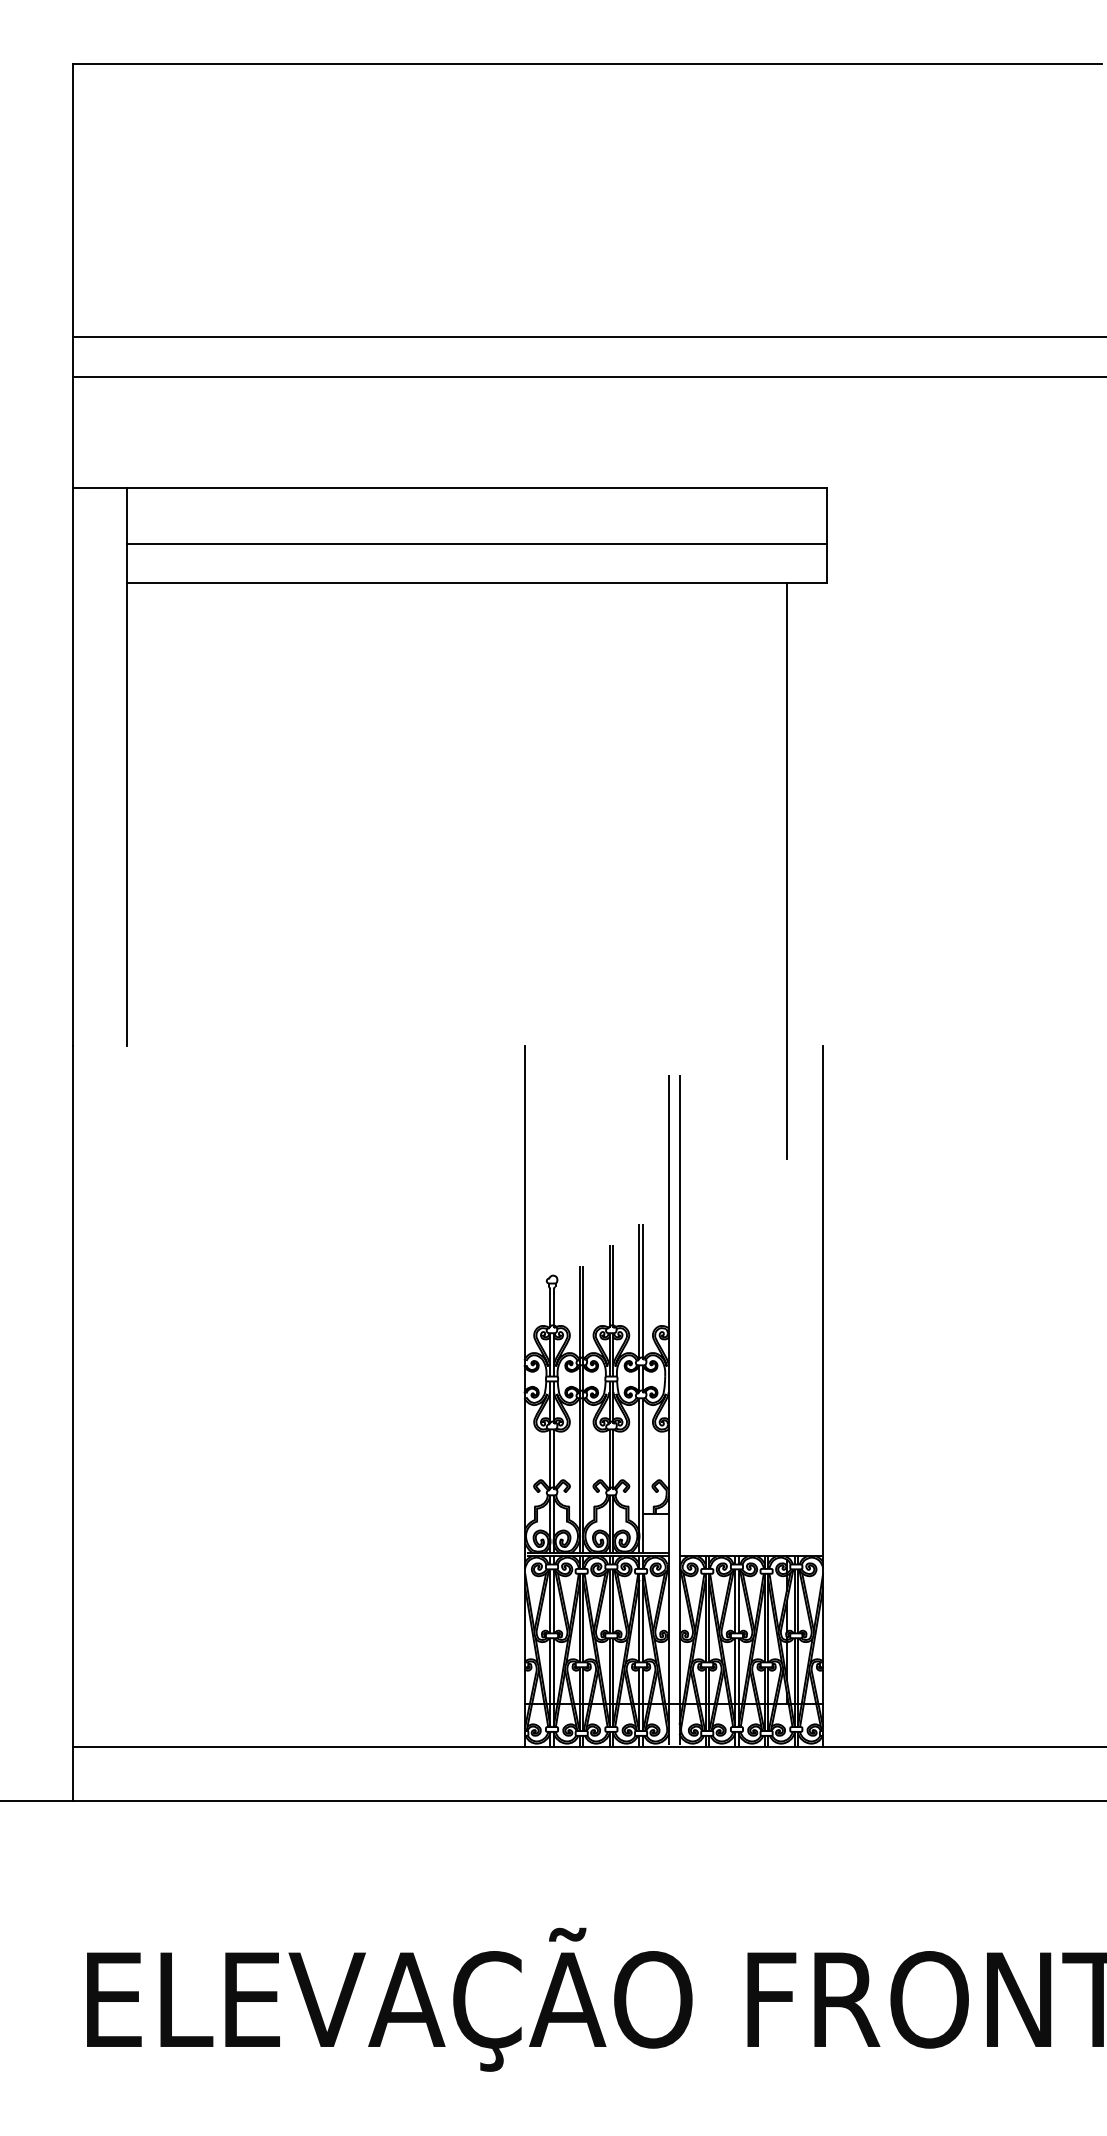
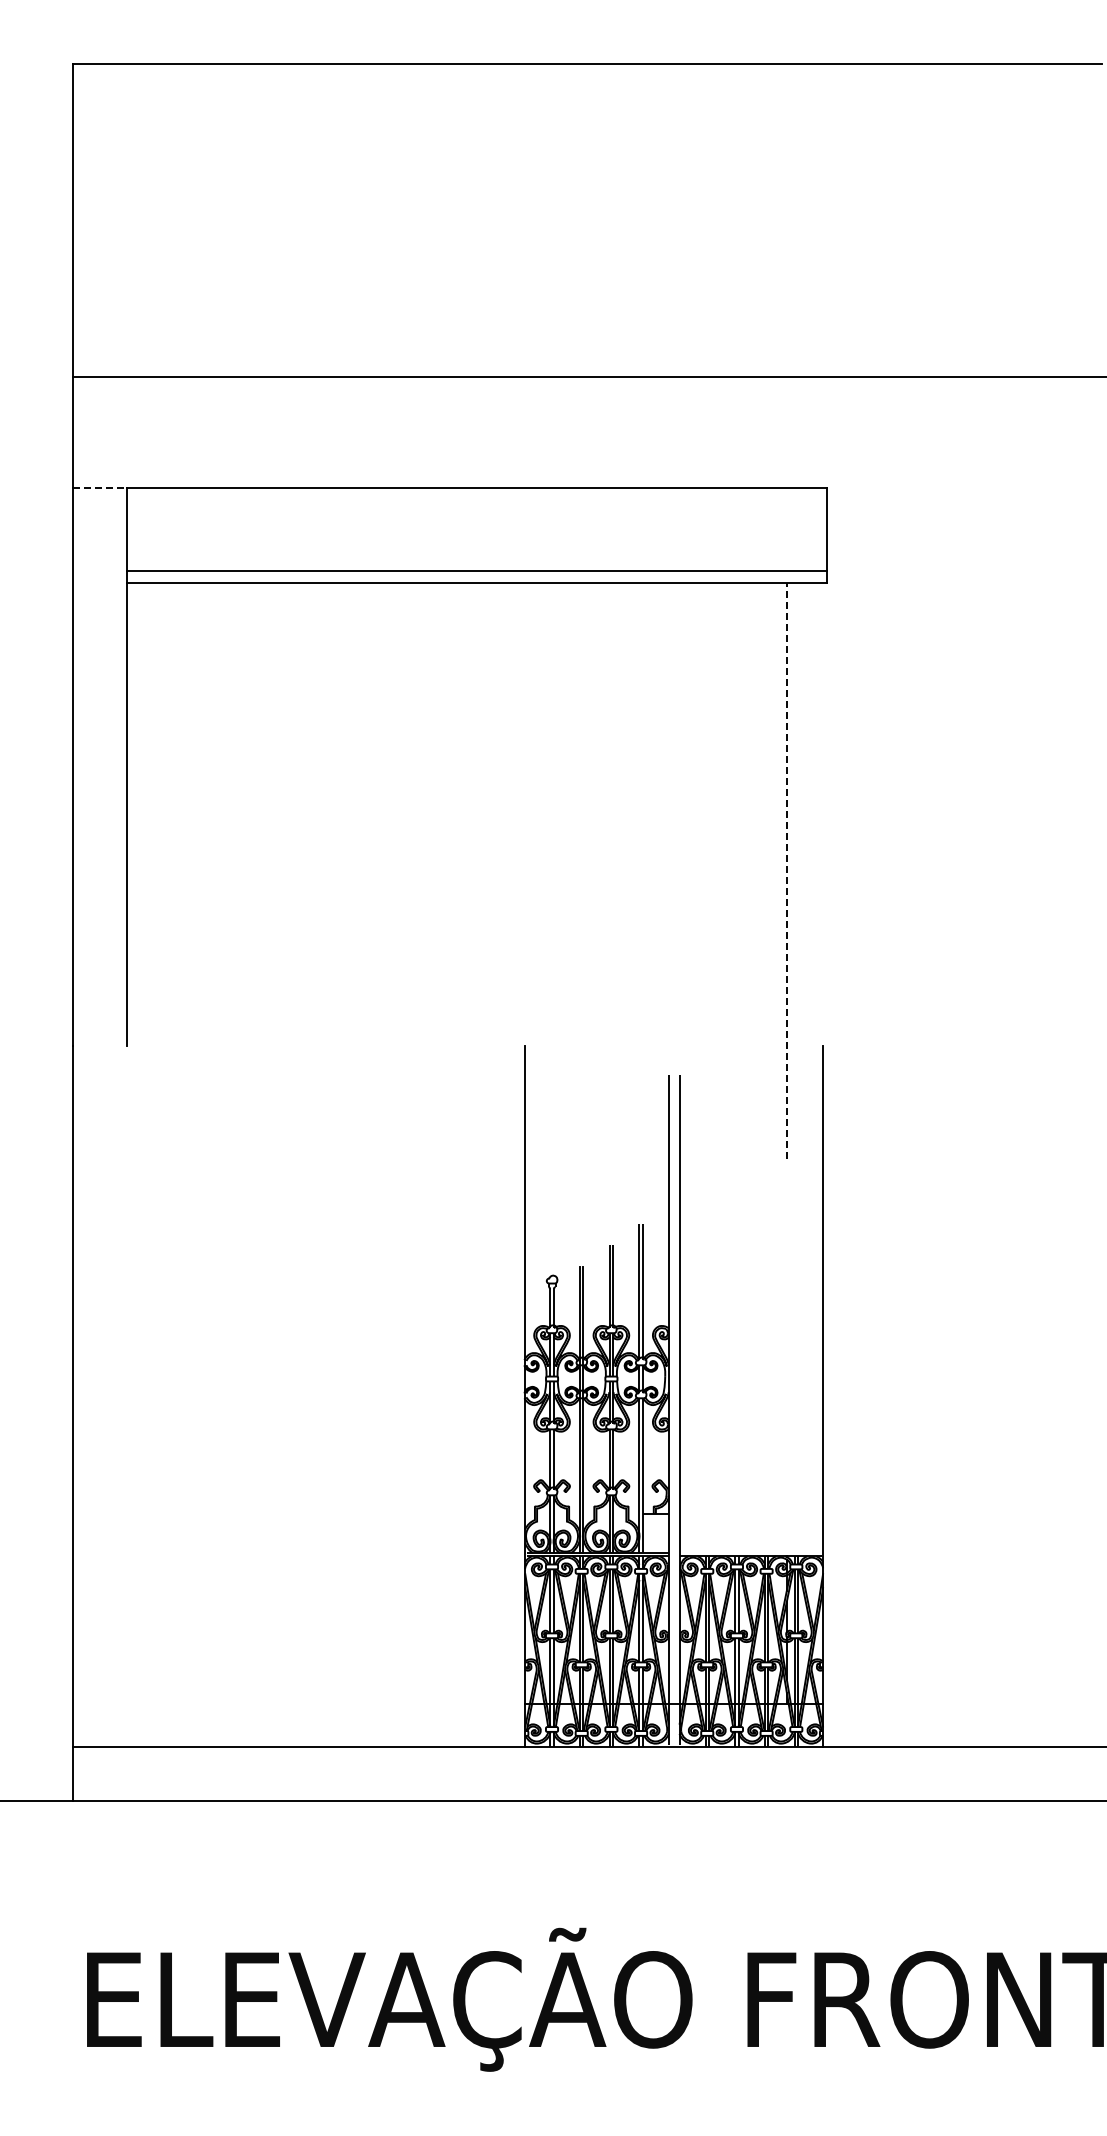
line at (587, 336): present -> none
line at (99, 488): solid -> dashed
line at (476, 543) position: (476, 543) -> (476, 570)
line at (786, 870): solid -> dashed
